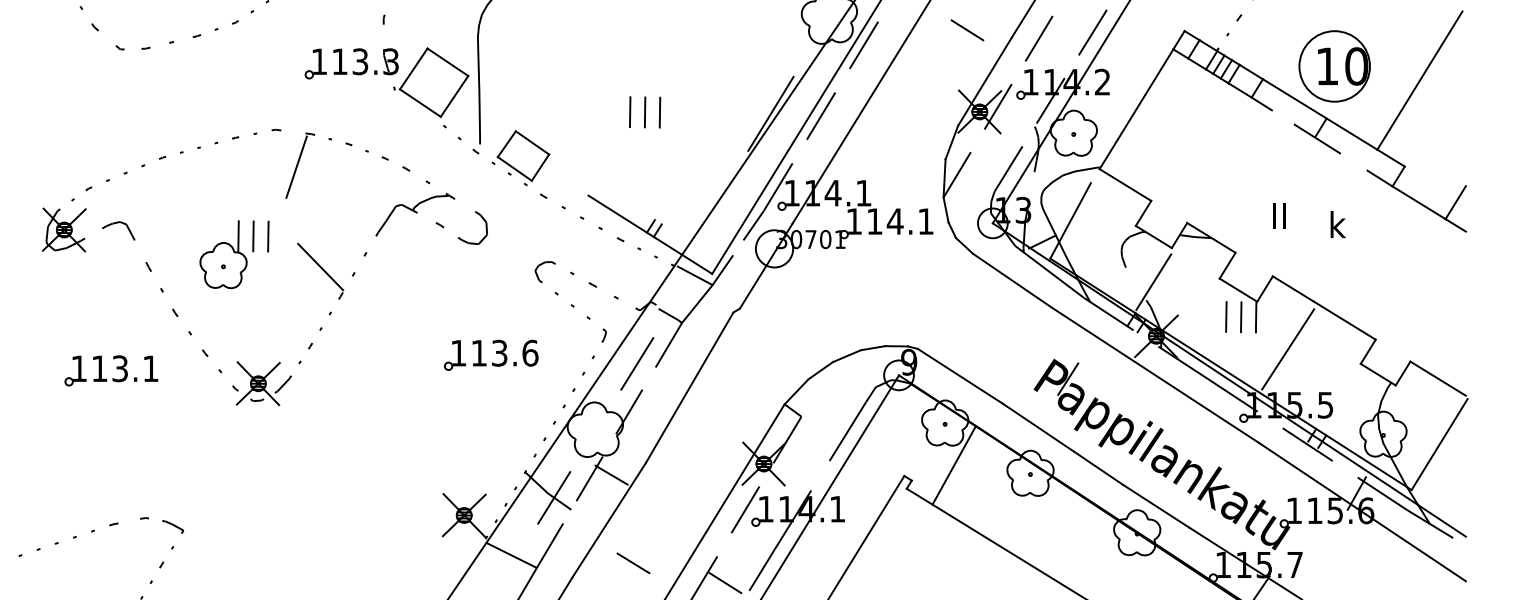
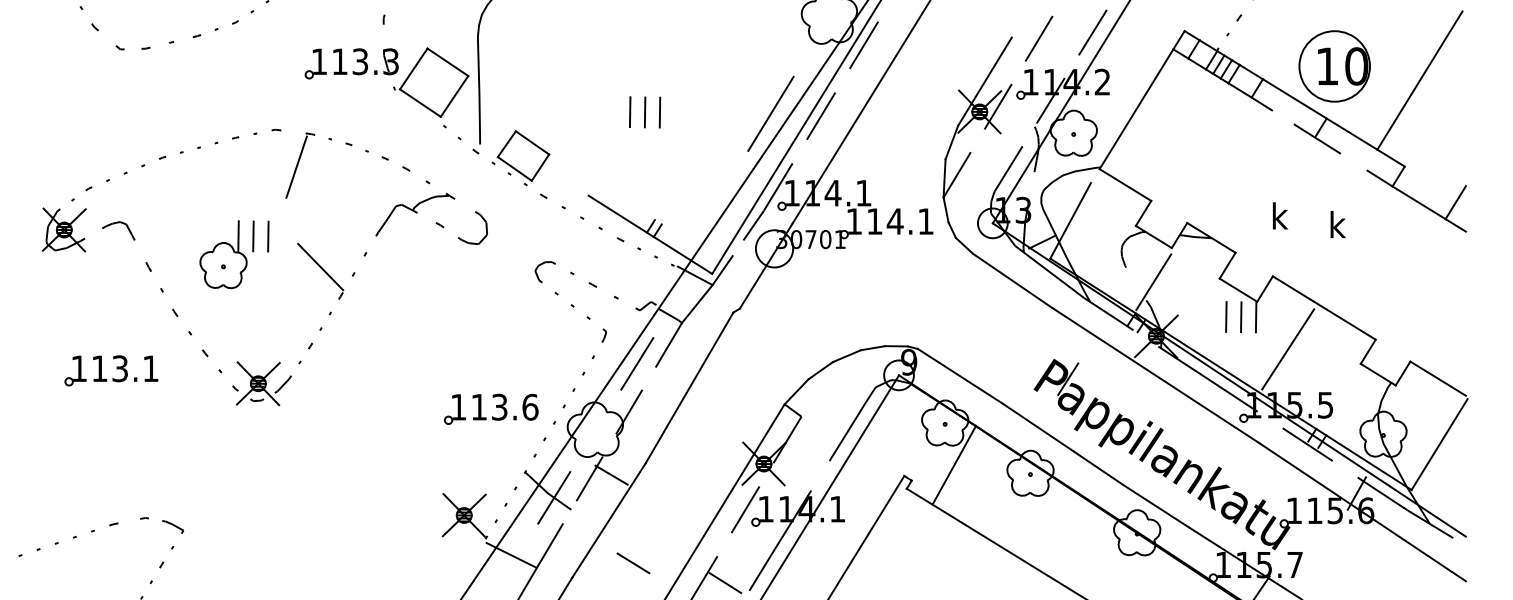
line at (1022, 19): present -> none
line at (967, 30): present -> none
text at (1280, 215): II -> k
line at (651, 299) position: (651, 299) -> (664, 299)
part at (491, 354) position: (491, 354) -> (491, 408)
